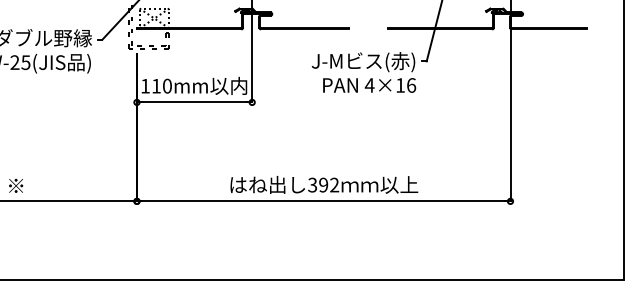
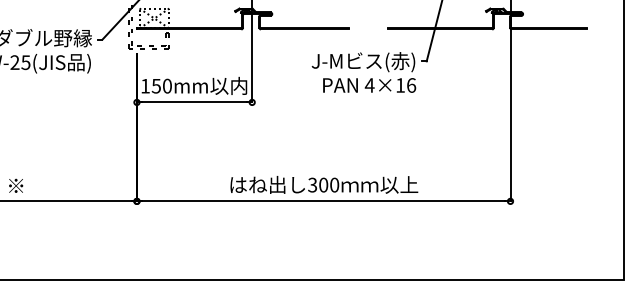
text at (155, 86): 110mm -> 150mm
text at (329, 184): 392 -> 300
